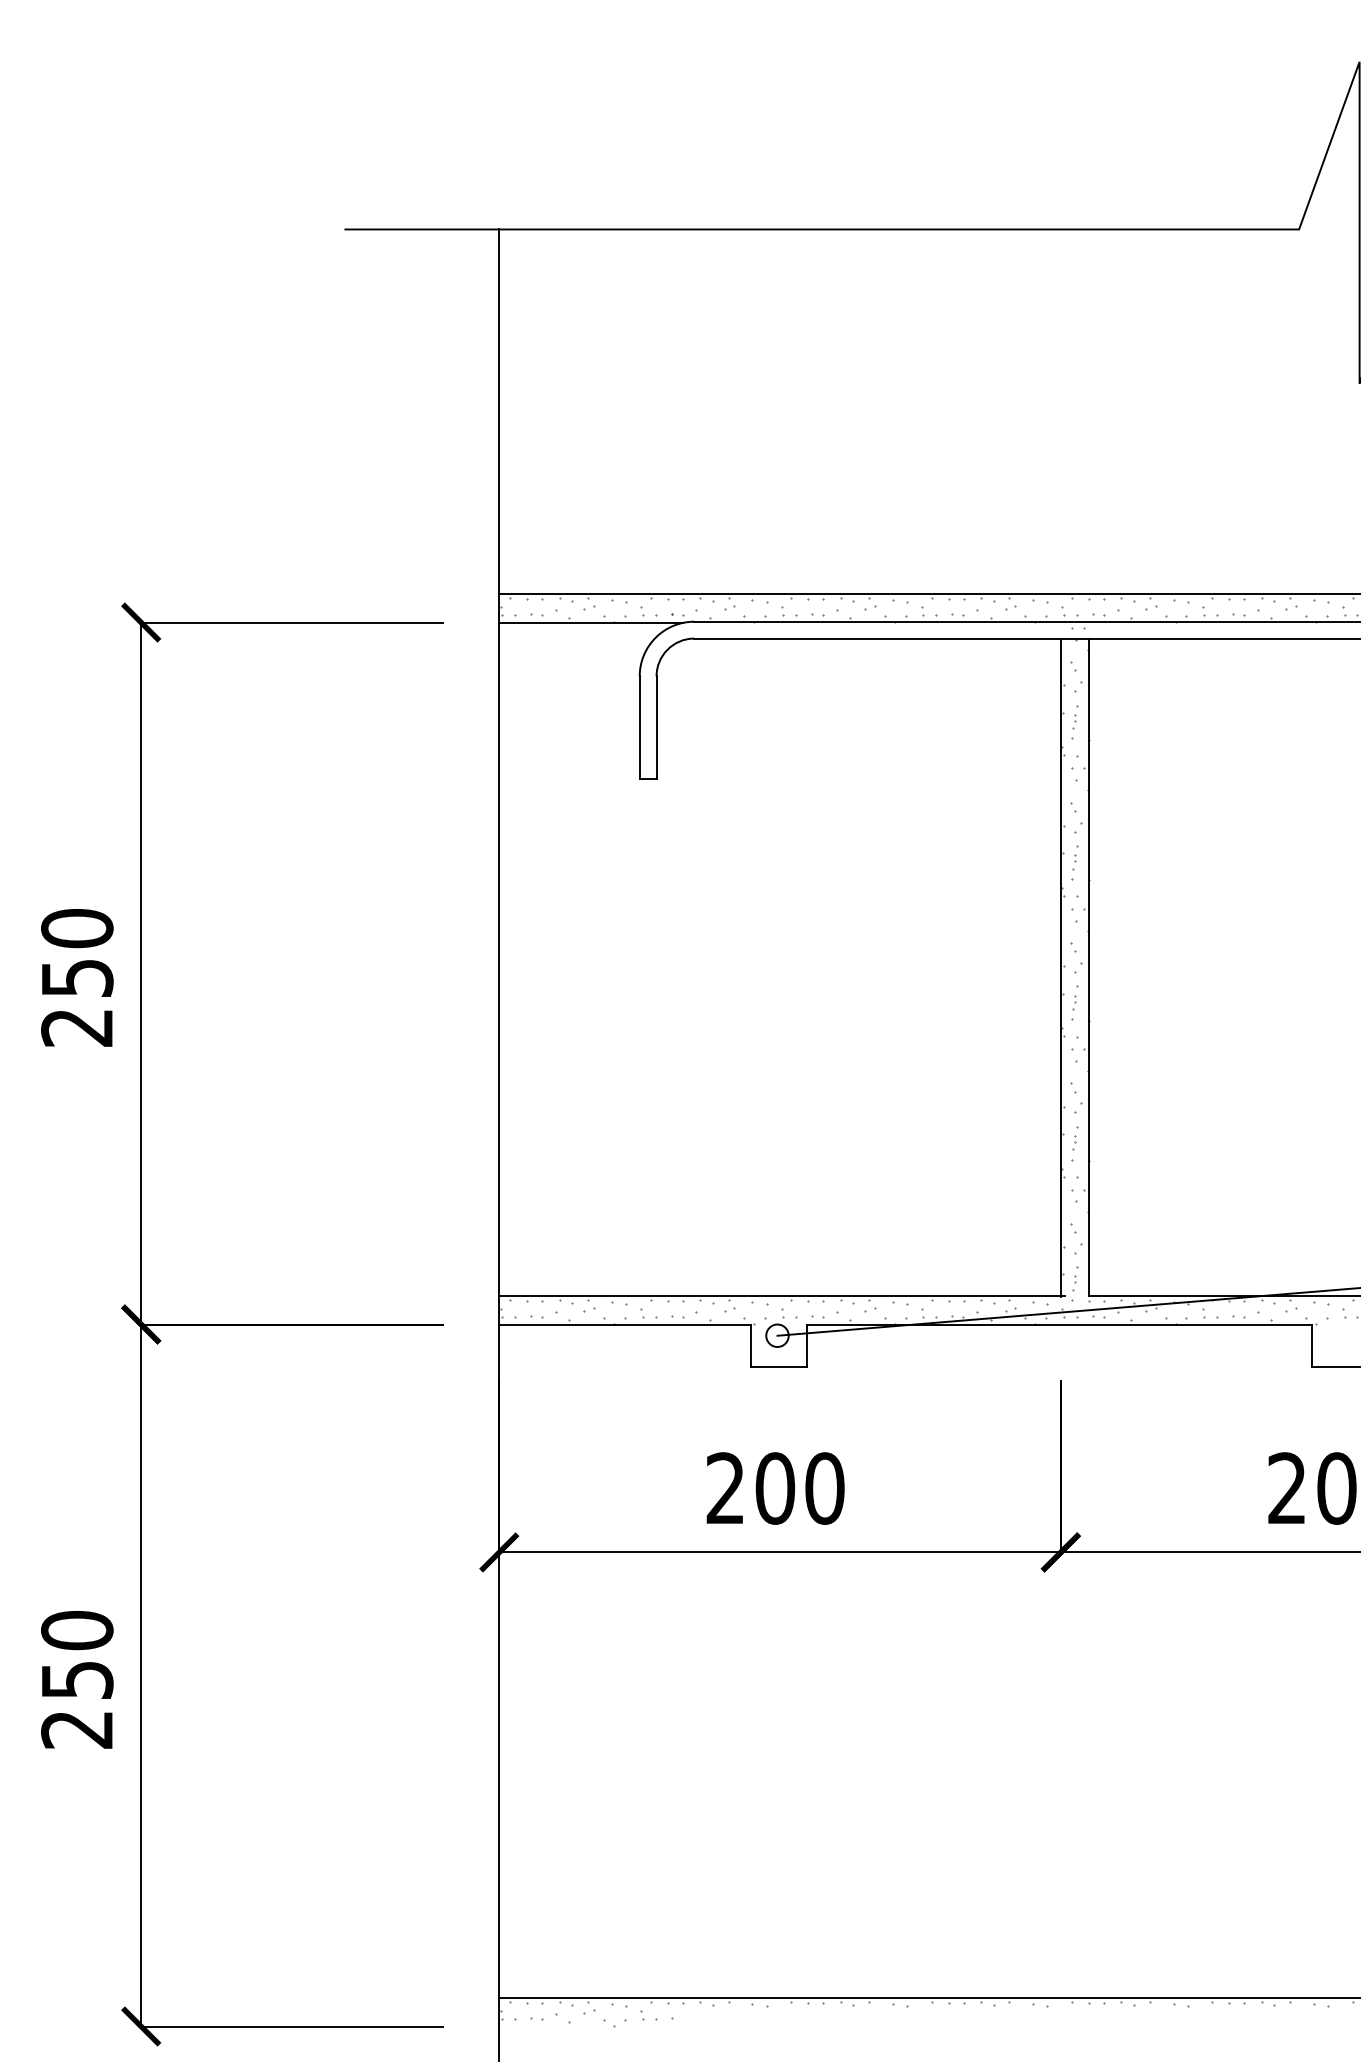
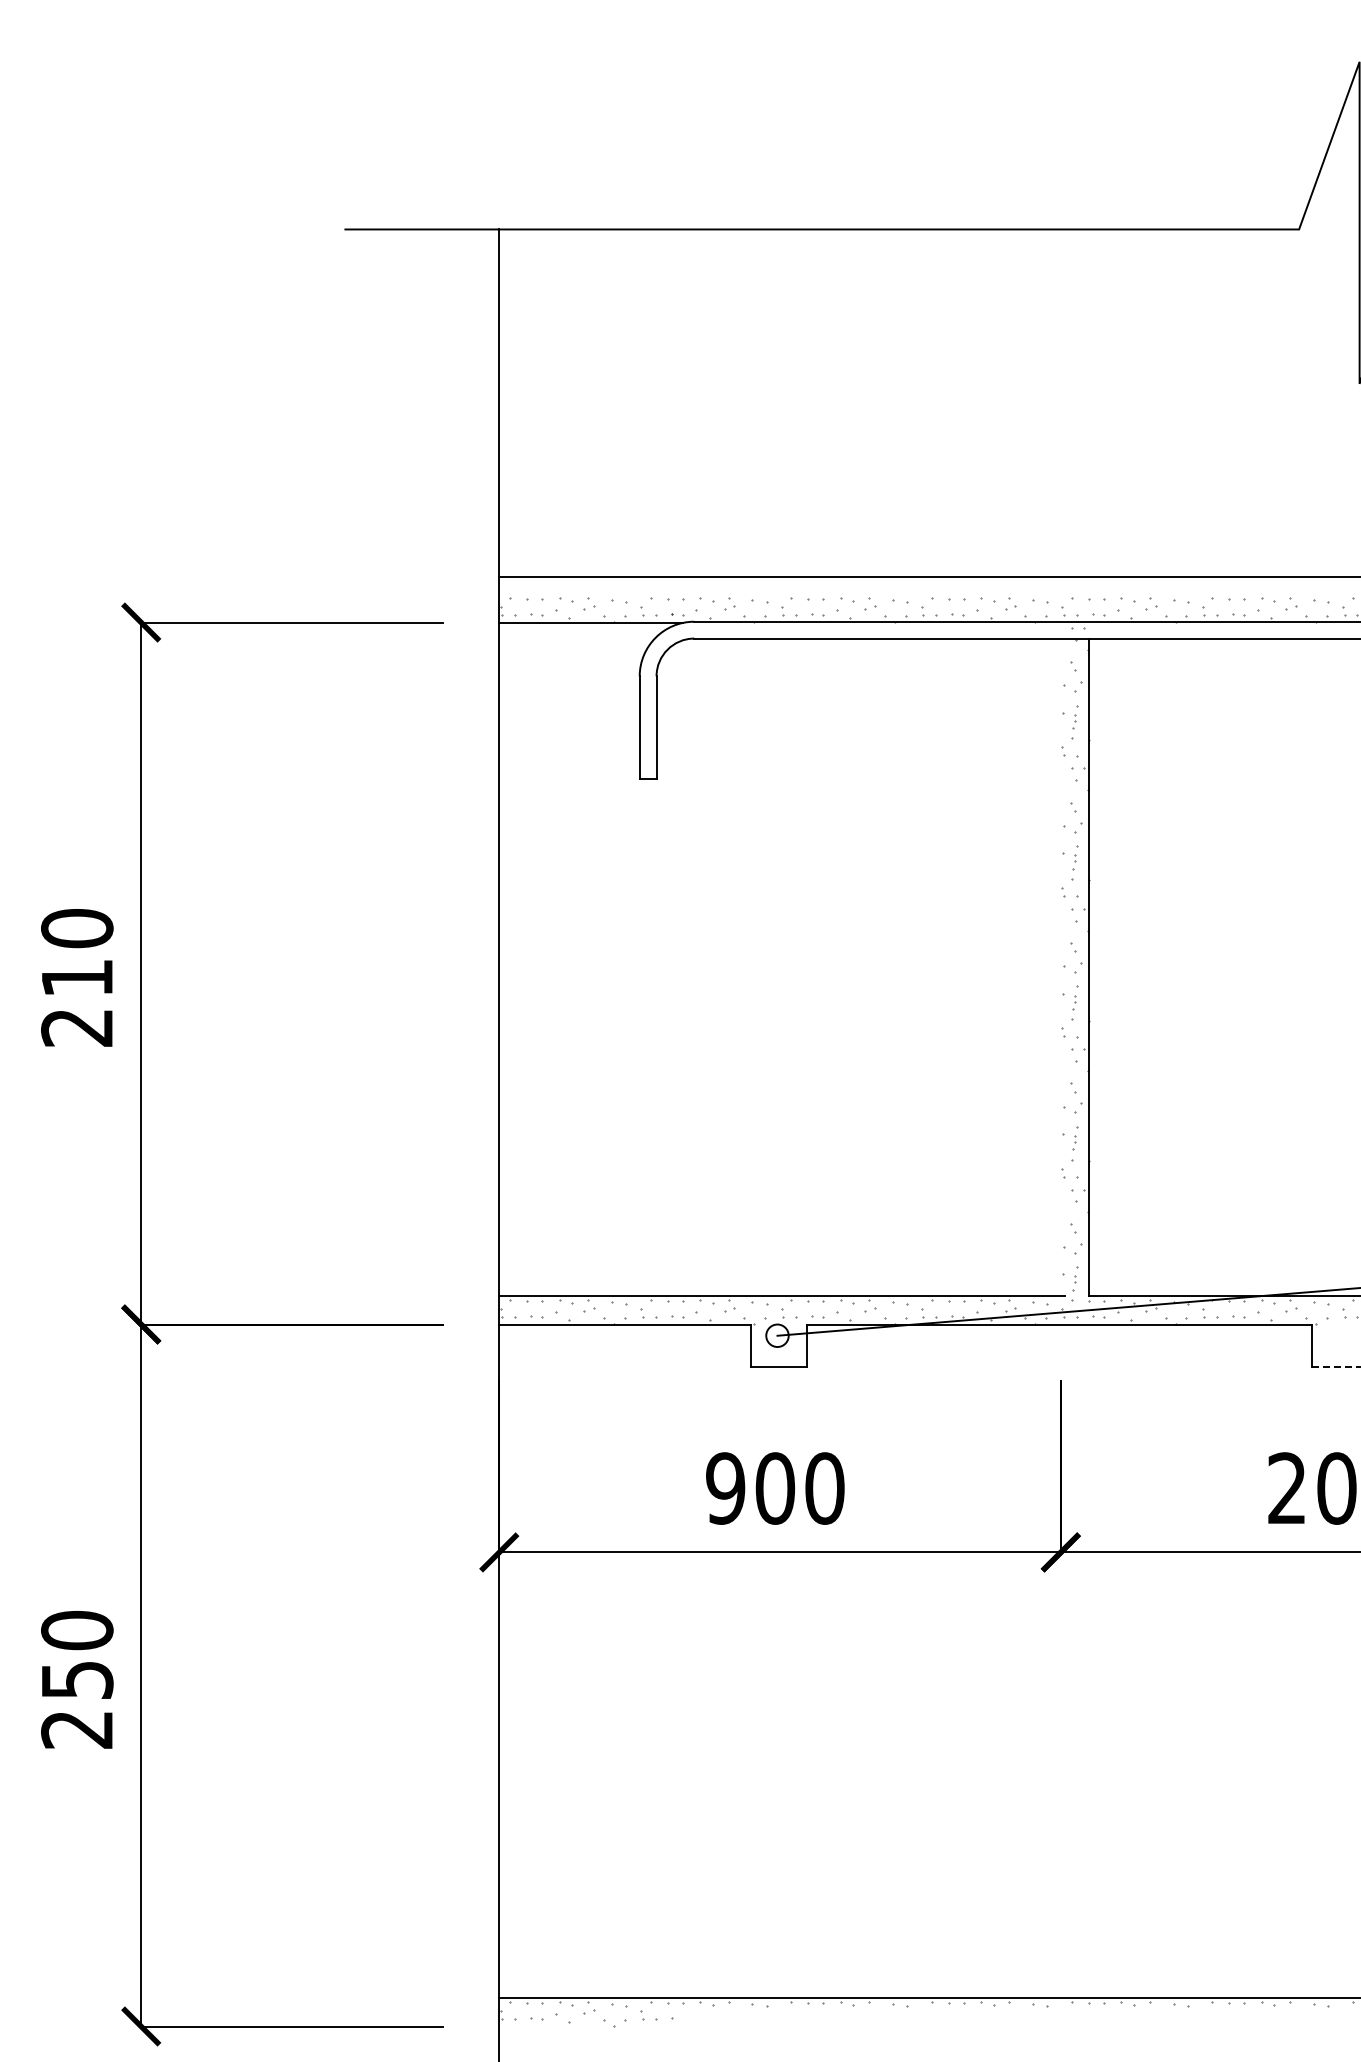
line at (928, 594) position: (928, 594) -> (928, 577)
line at (1060, 967): present -> none
text at (77, 978): 250 -> 210
line at (1336, 1366): solid -> dashed
text at (725, 1488): 200 -> 900
